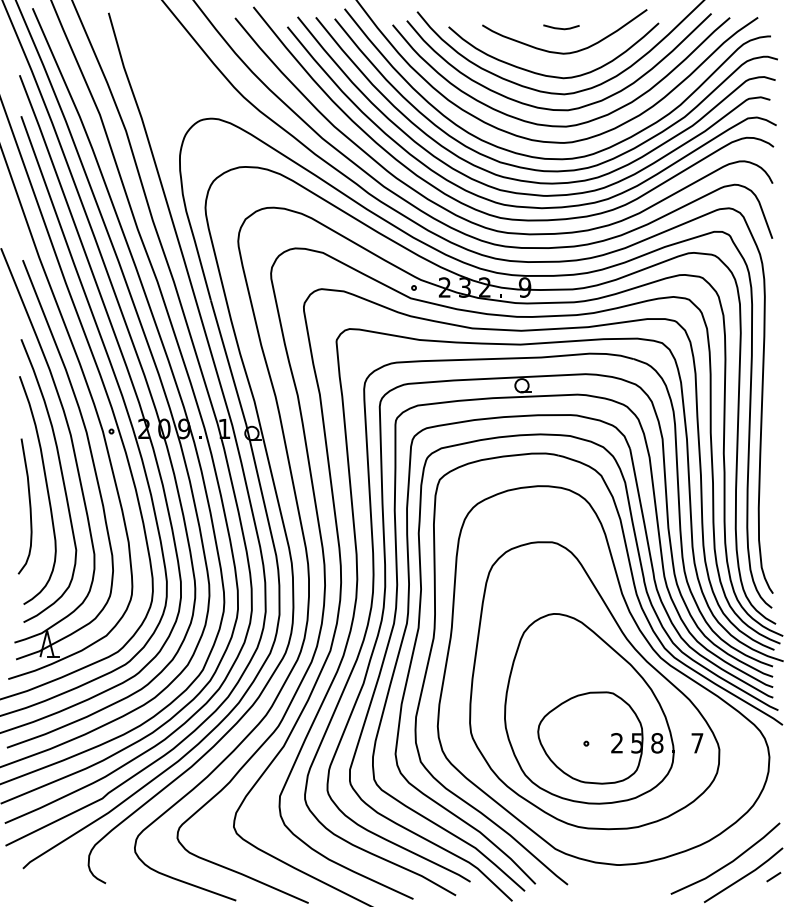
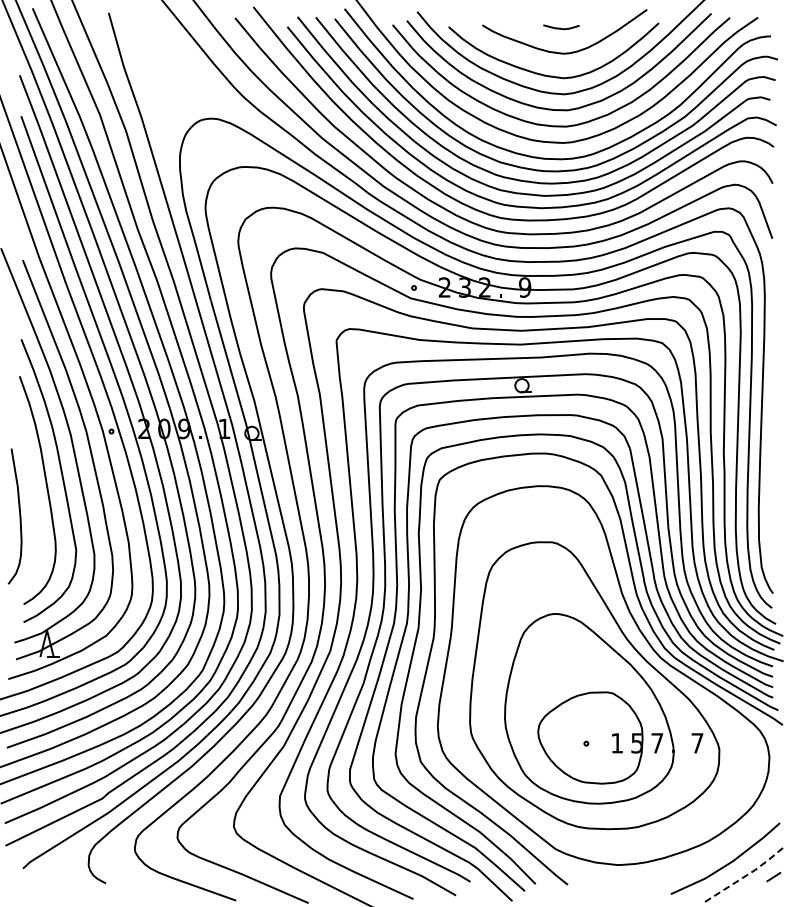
curve at (29, 506) position: (29, 506) -> (19, 516)
text at (616, 743): 2 -> 1
text at (657, 743): 8 -> 7
line at (745, 876): solid -> dashed
